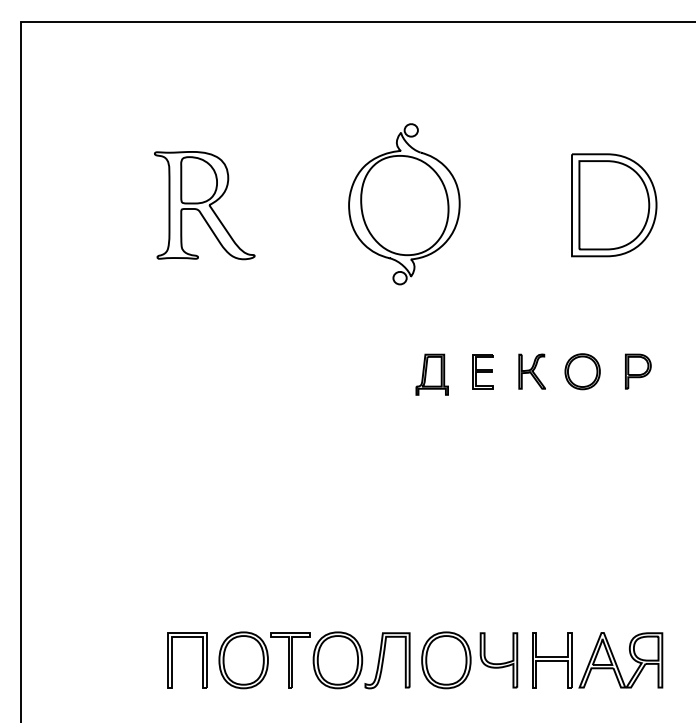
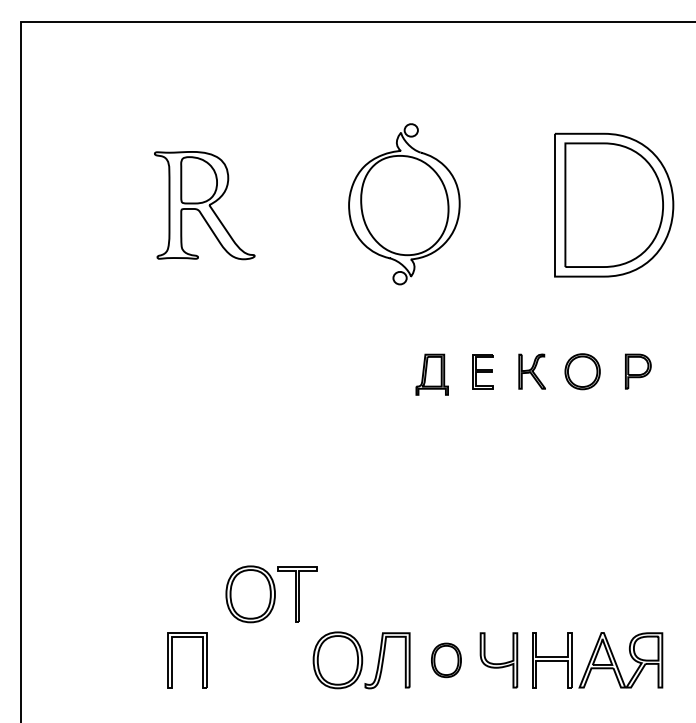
part at (614, 205) size: 87x105 px -> 121x146 px
part at (264, 660) position: (264, 660) -> (271, 594)
part at (446, 660) size: 51x59 px -> 31x37 px
